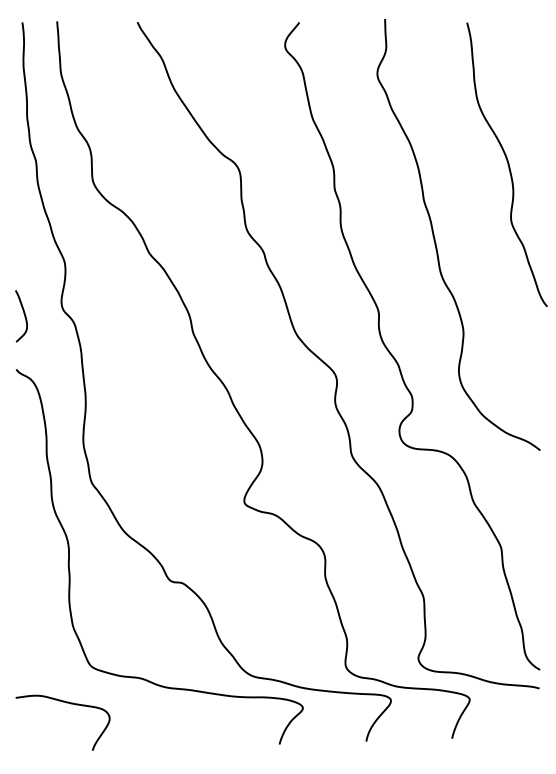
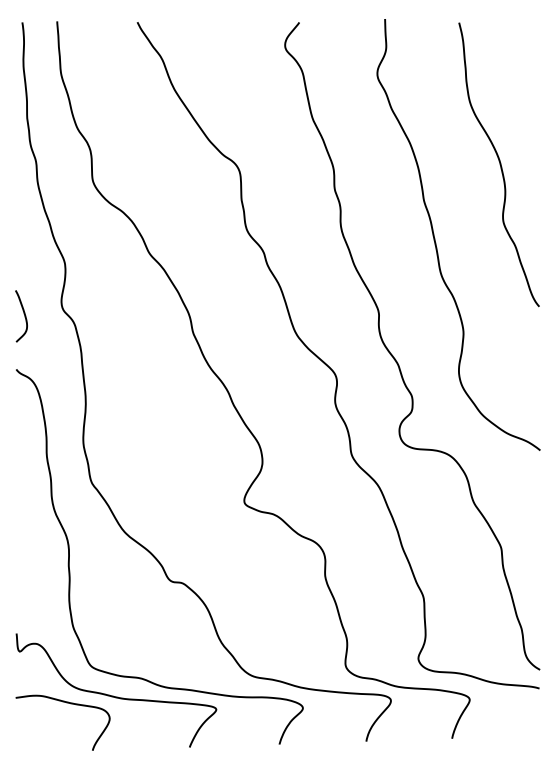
curve at (507, 164) position: (507, 164) -> (499, 164)
curve at (113, 695): none -> present
